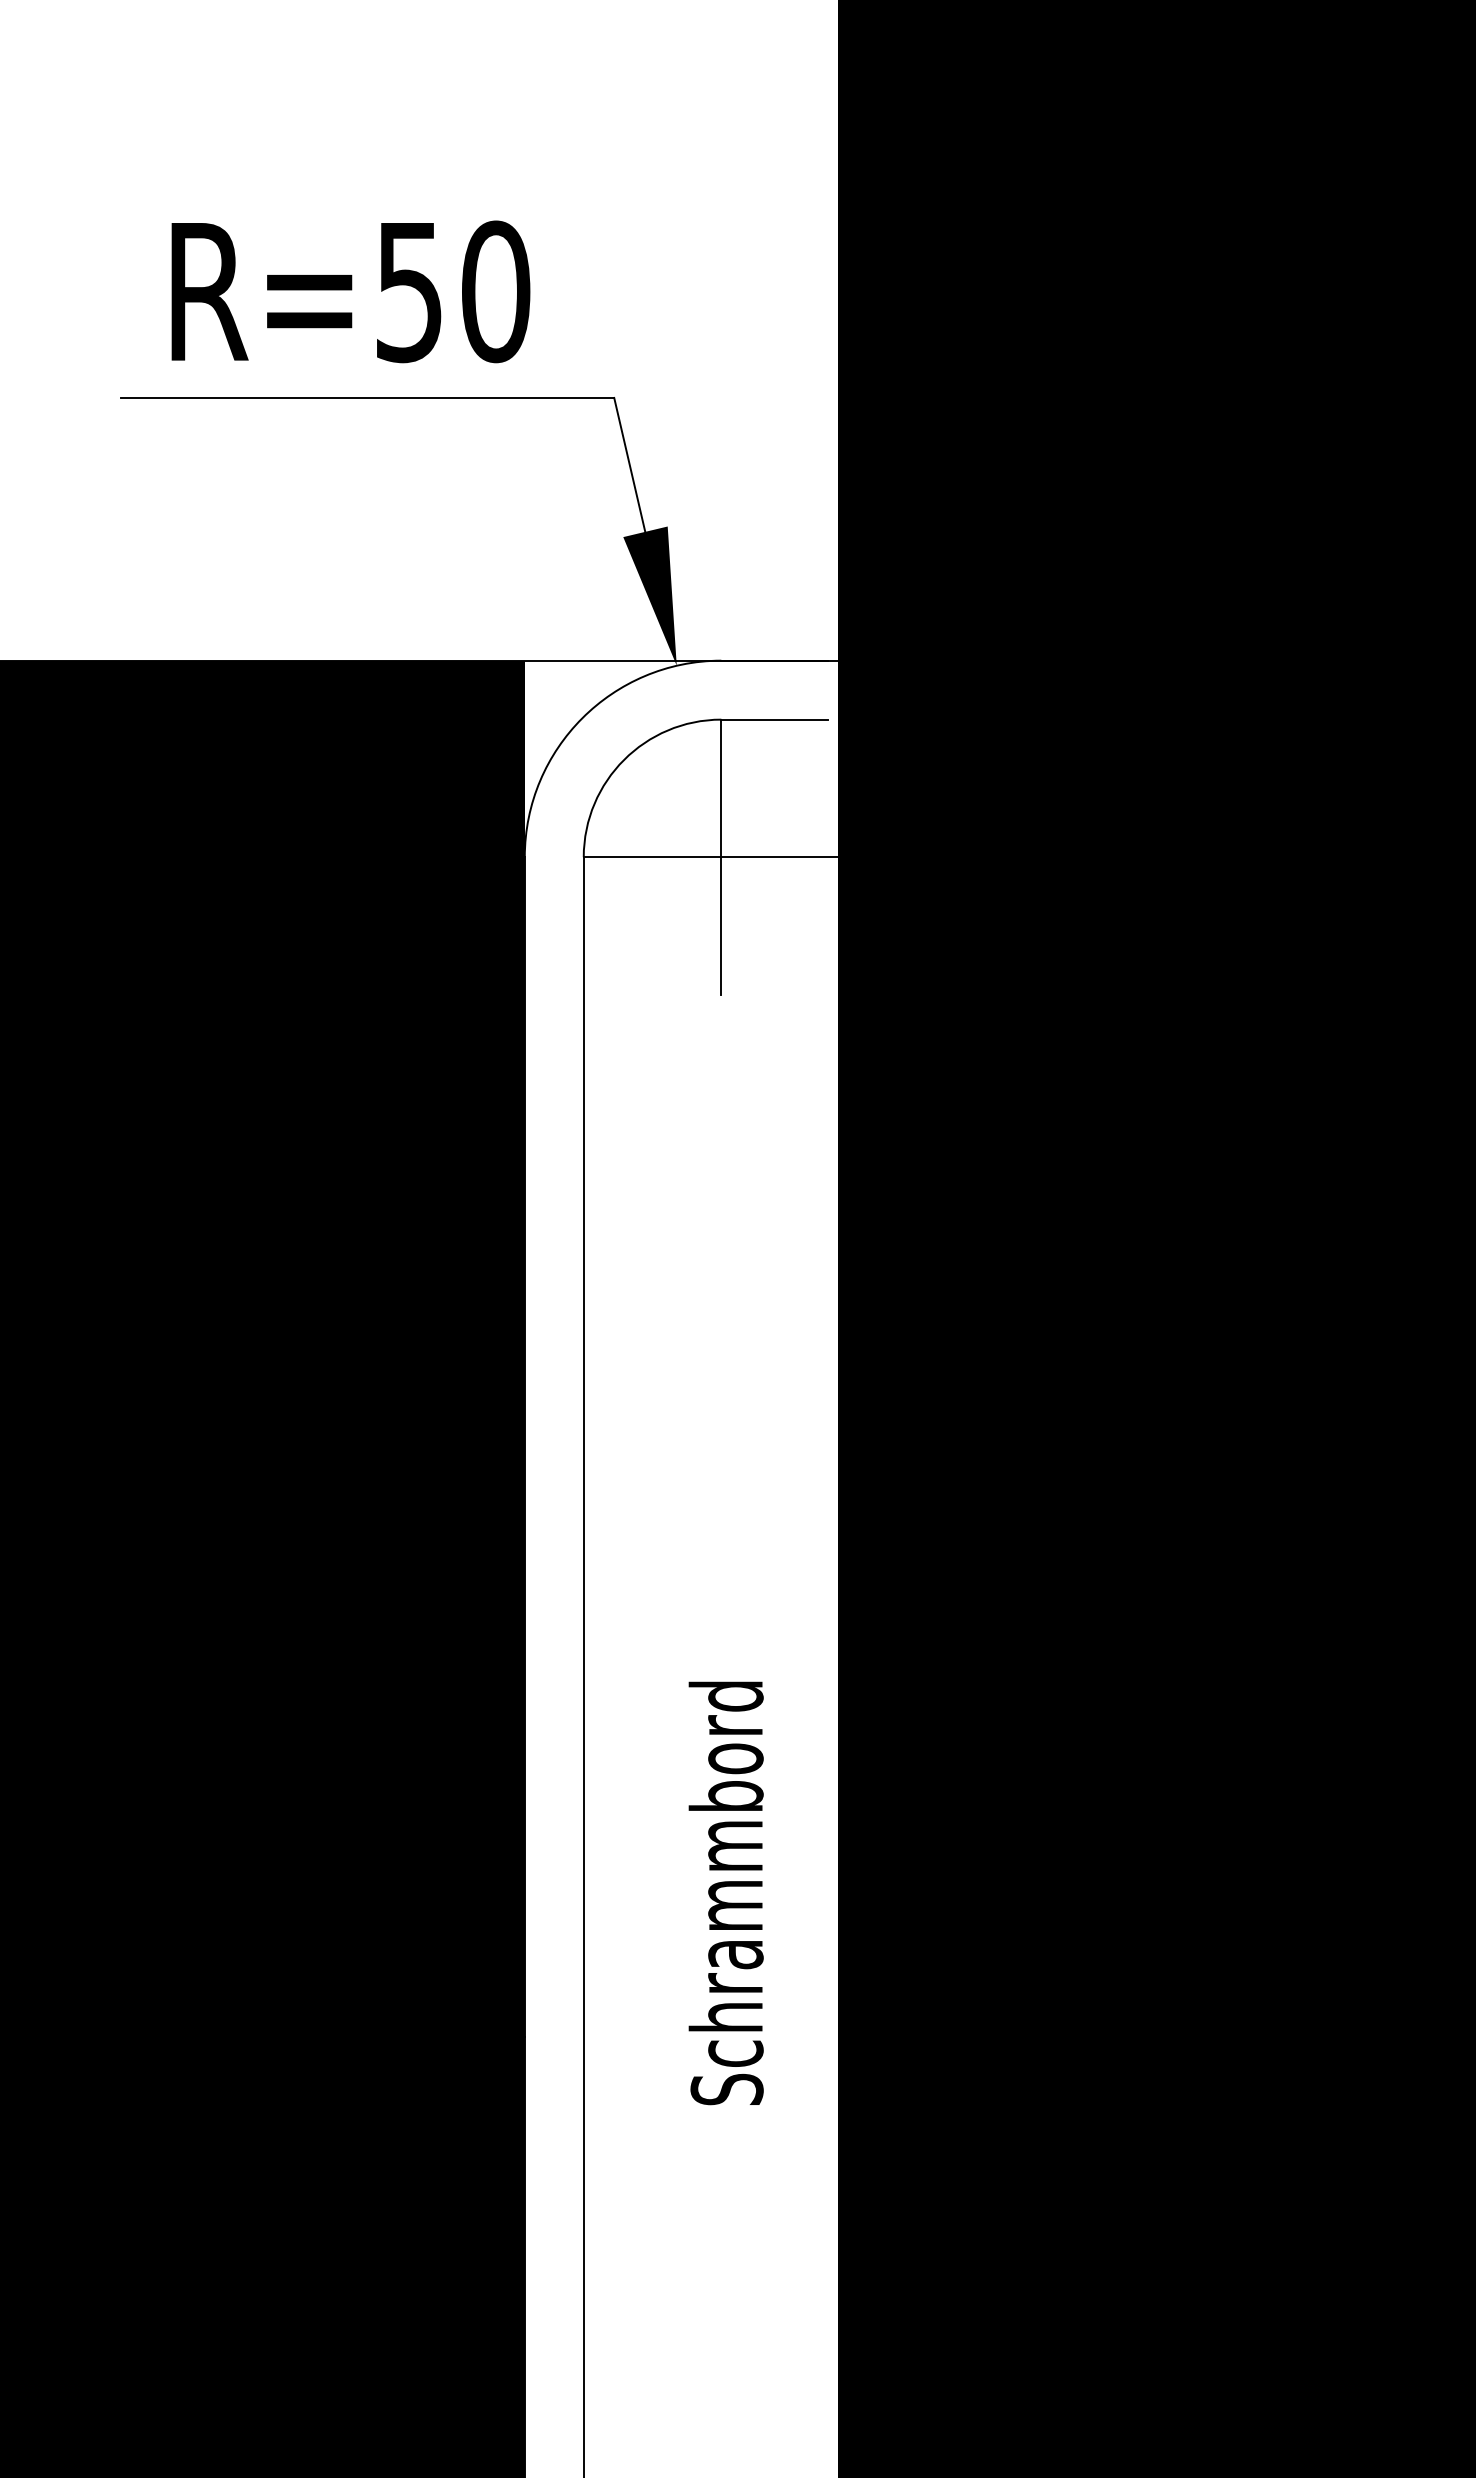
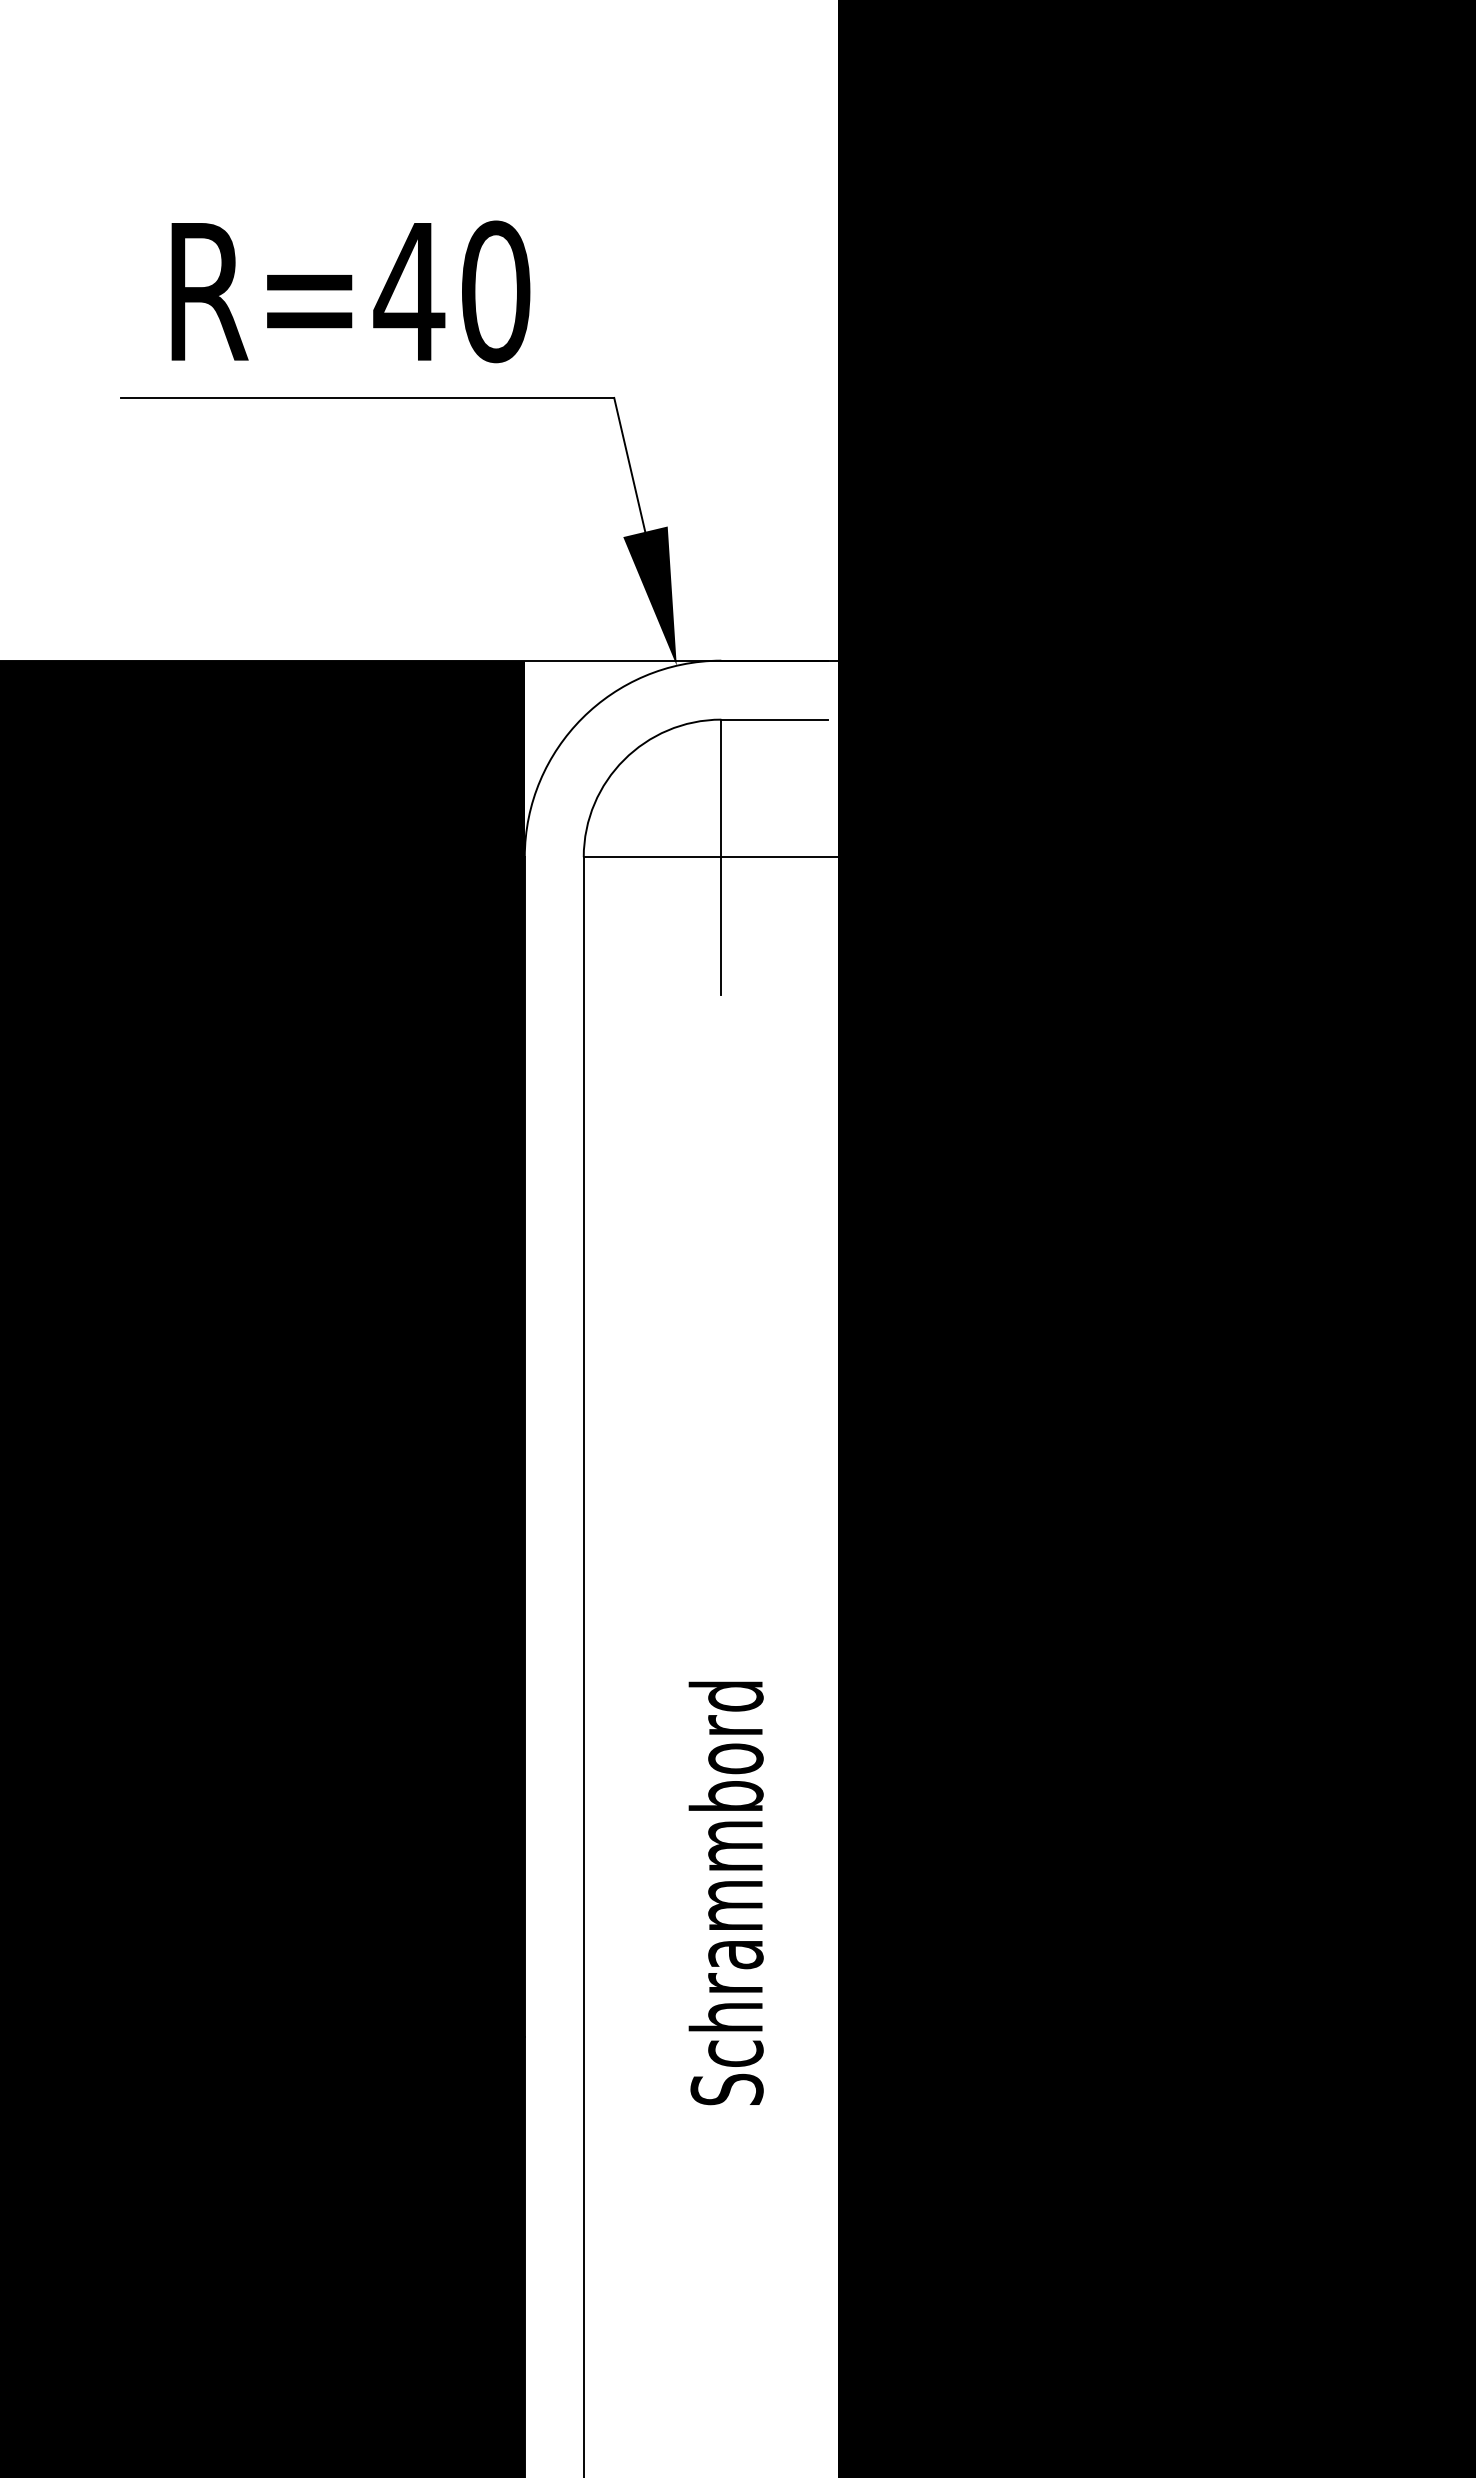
text at (409, 293): R=50 -> R=40
